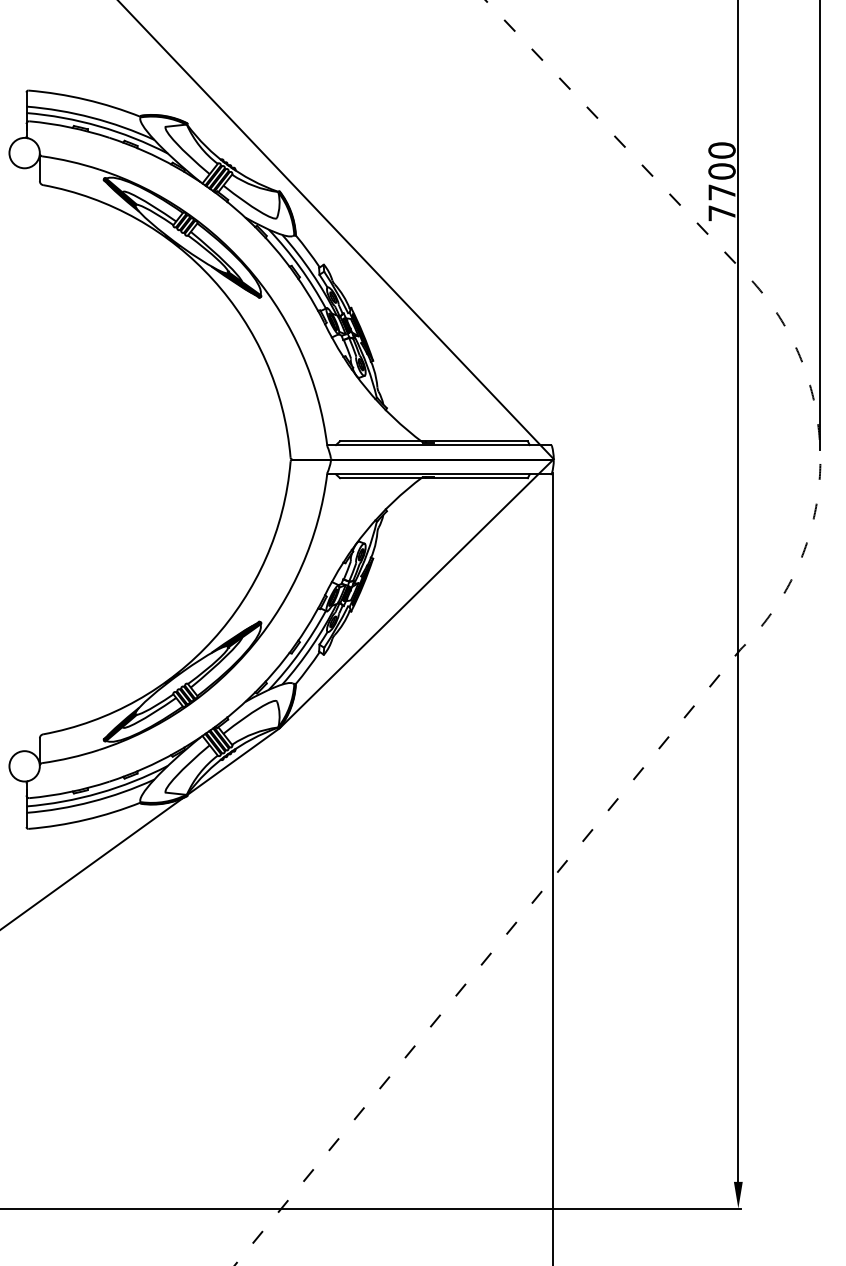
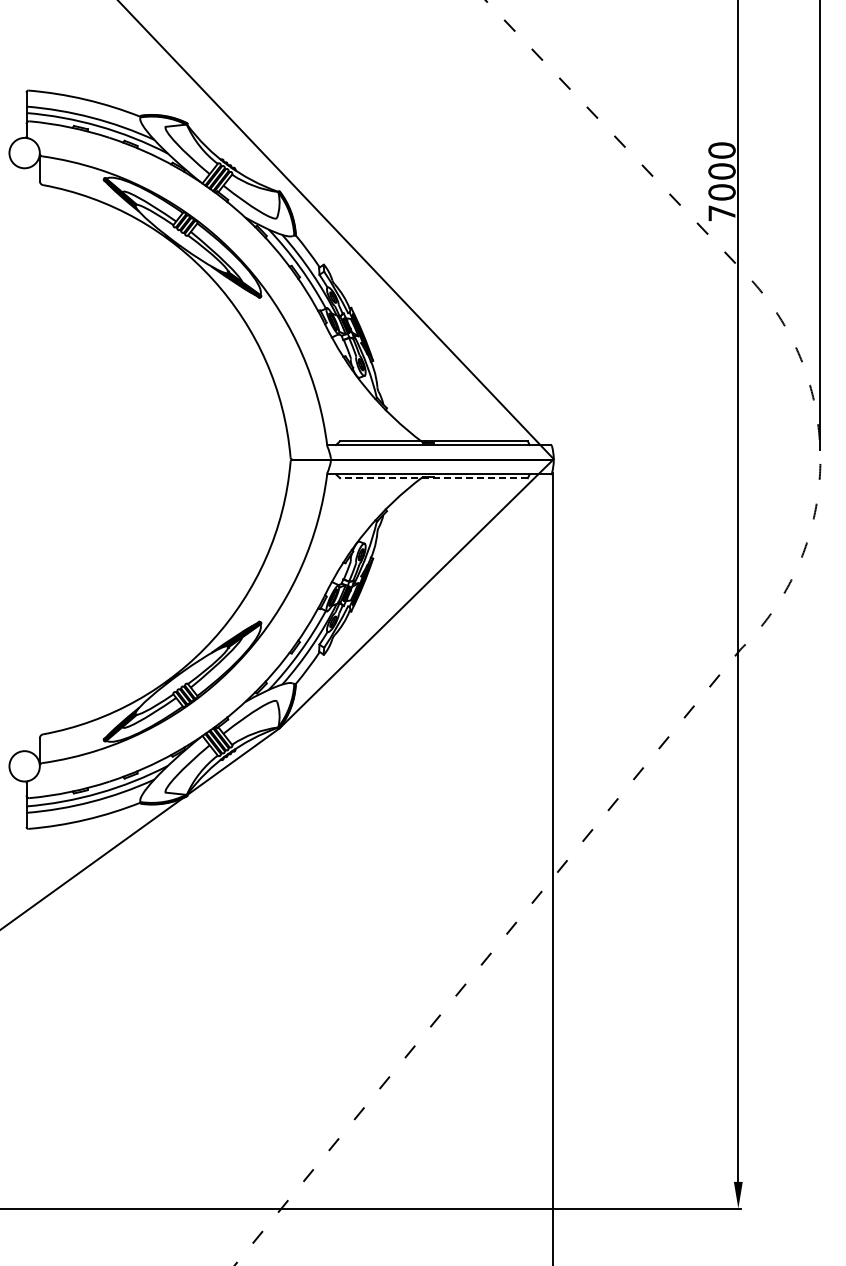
text at (721, 192): 7700 -> 7000
line at (433, 478): solid -> dashed
